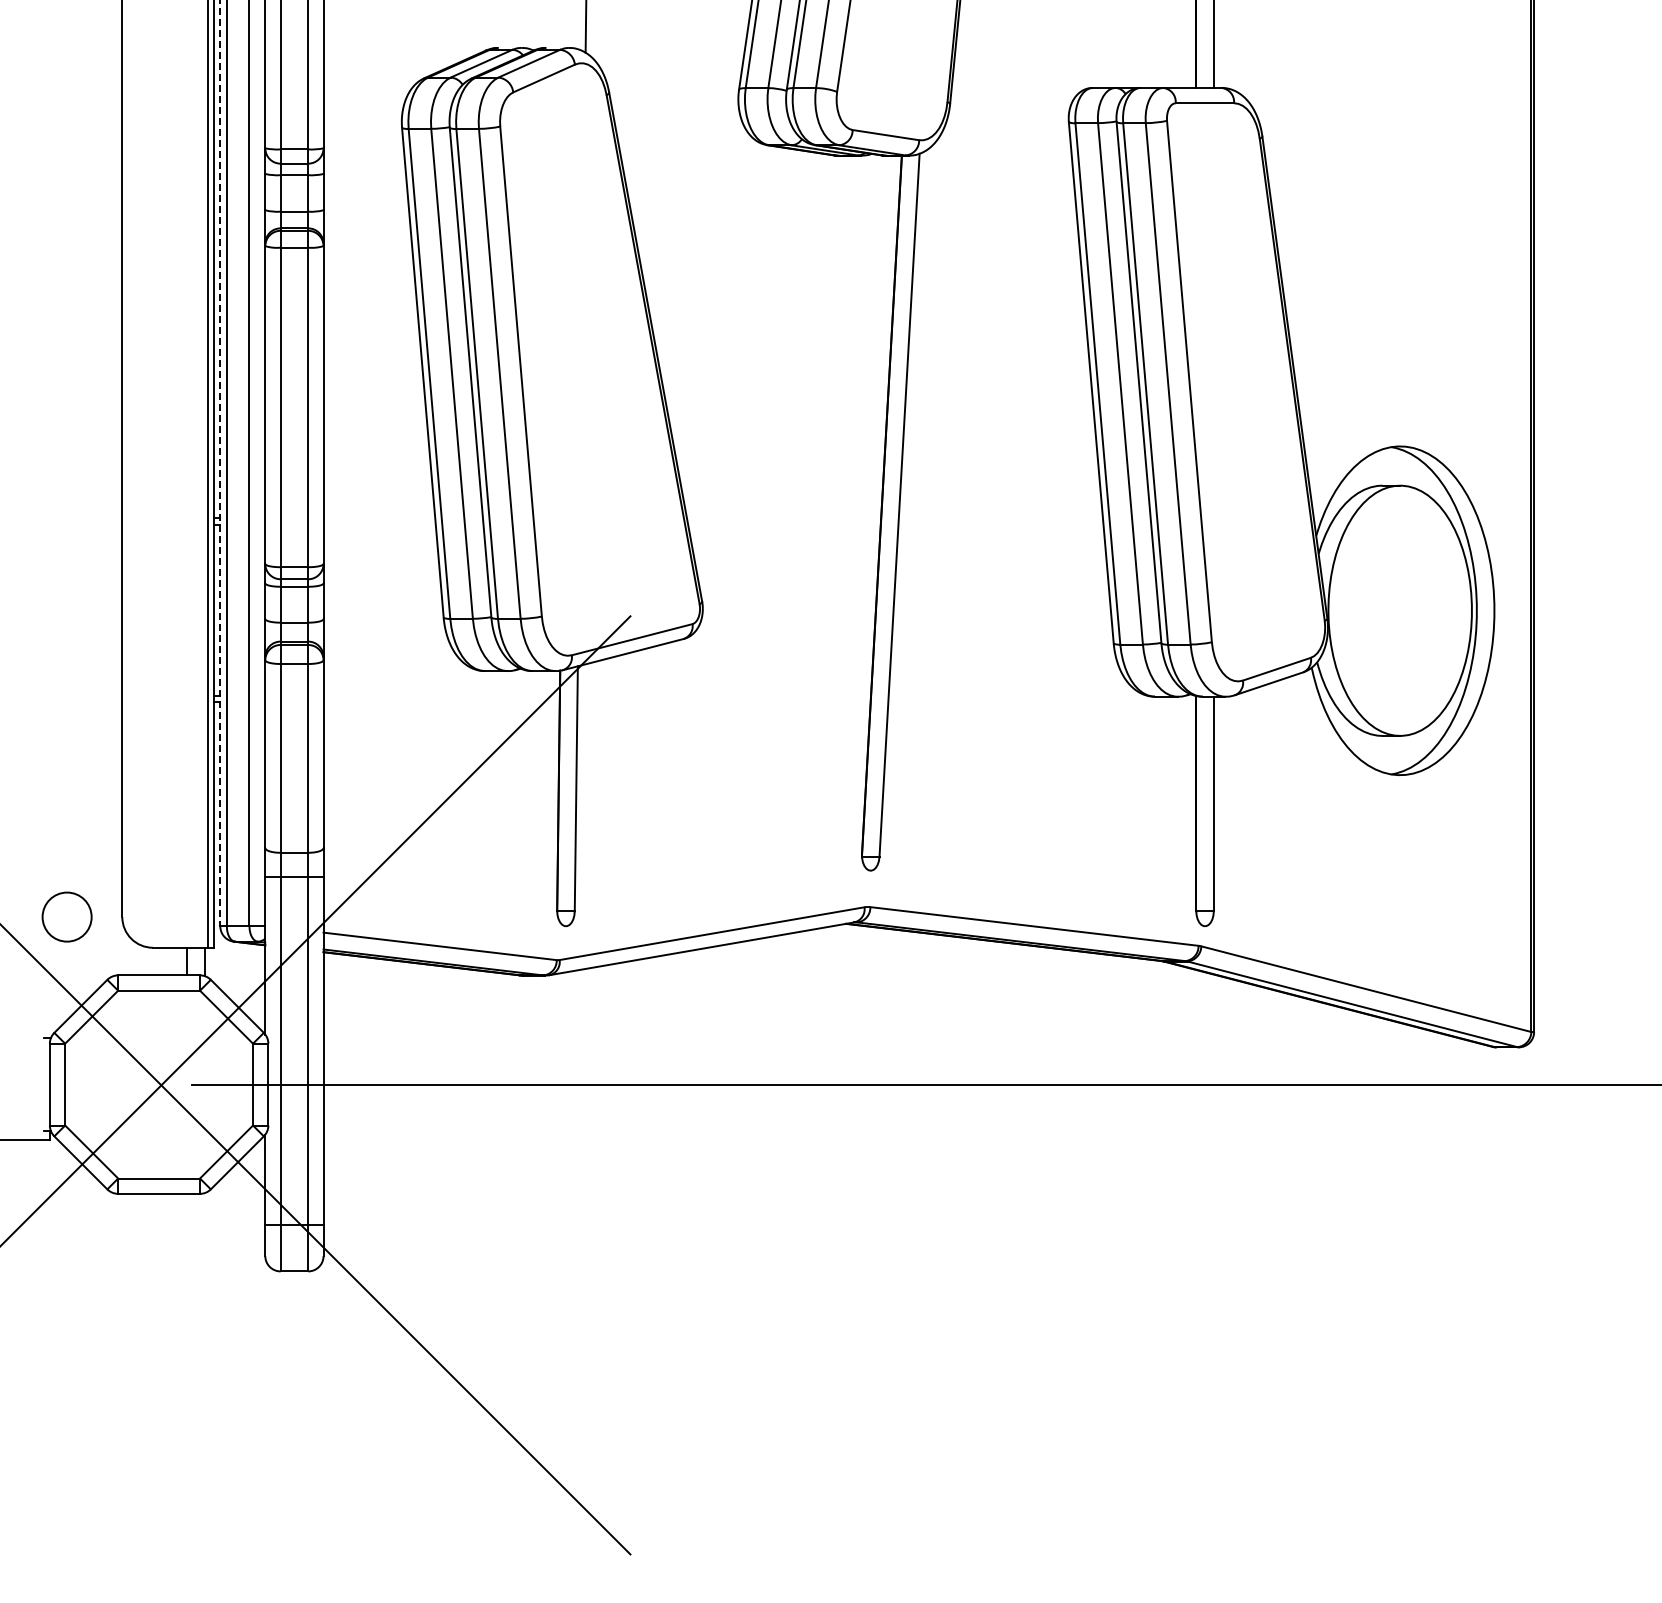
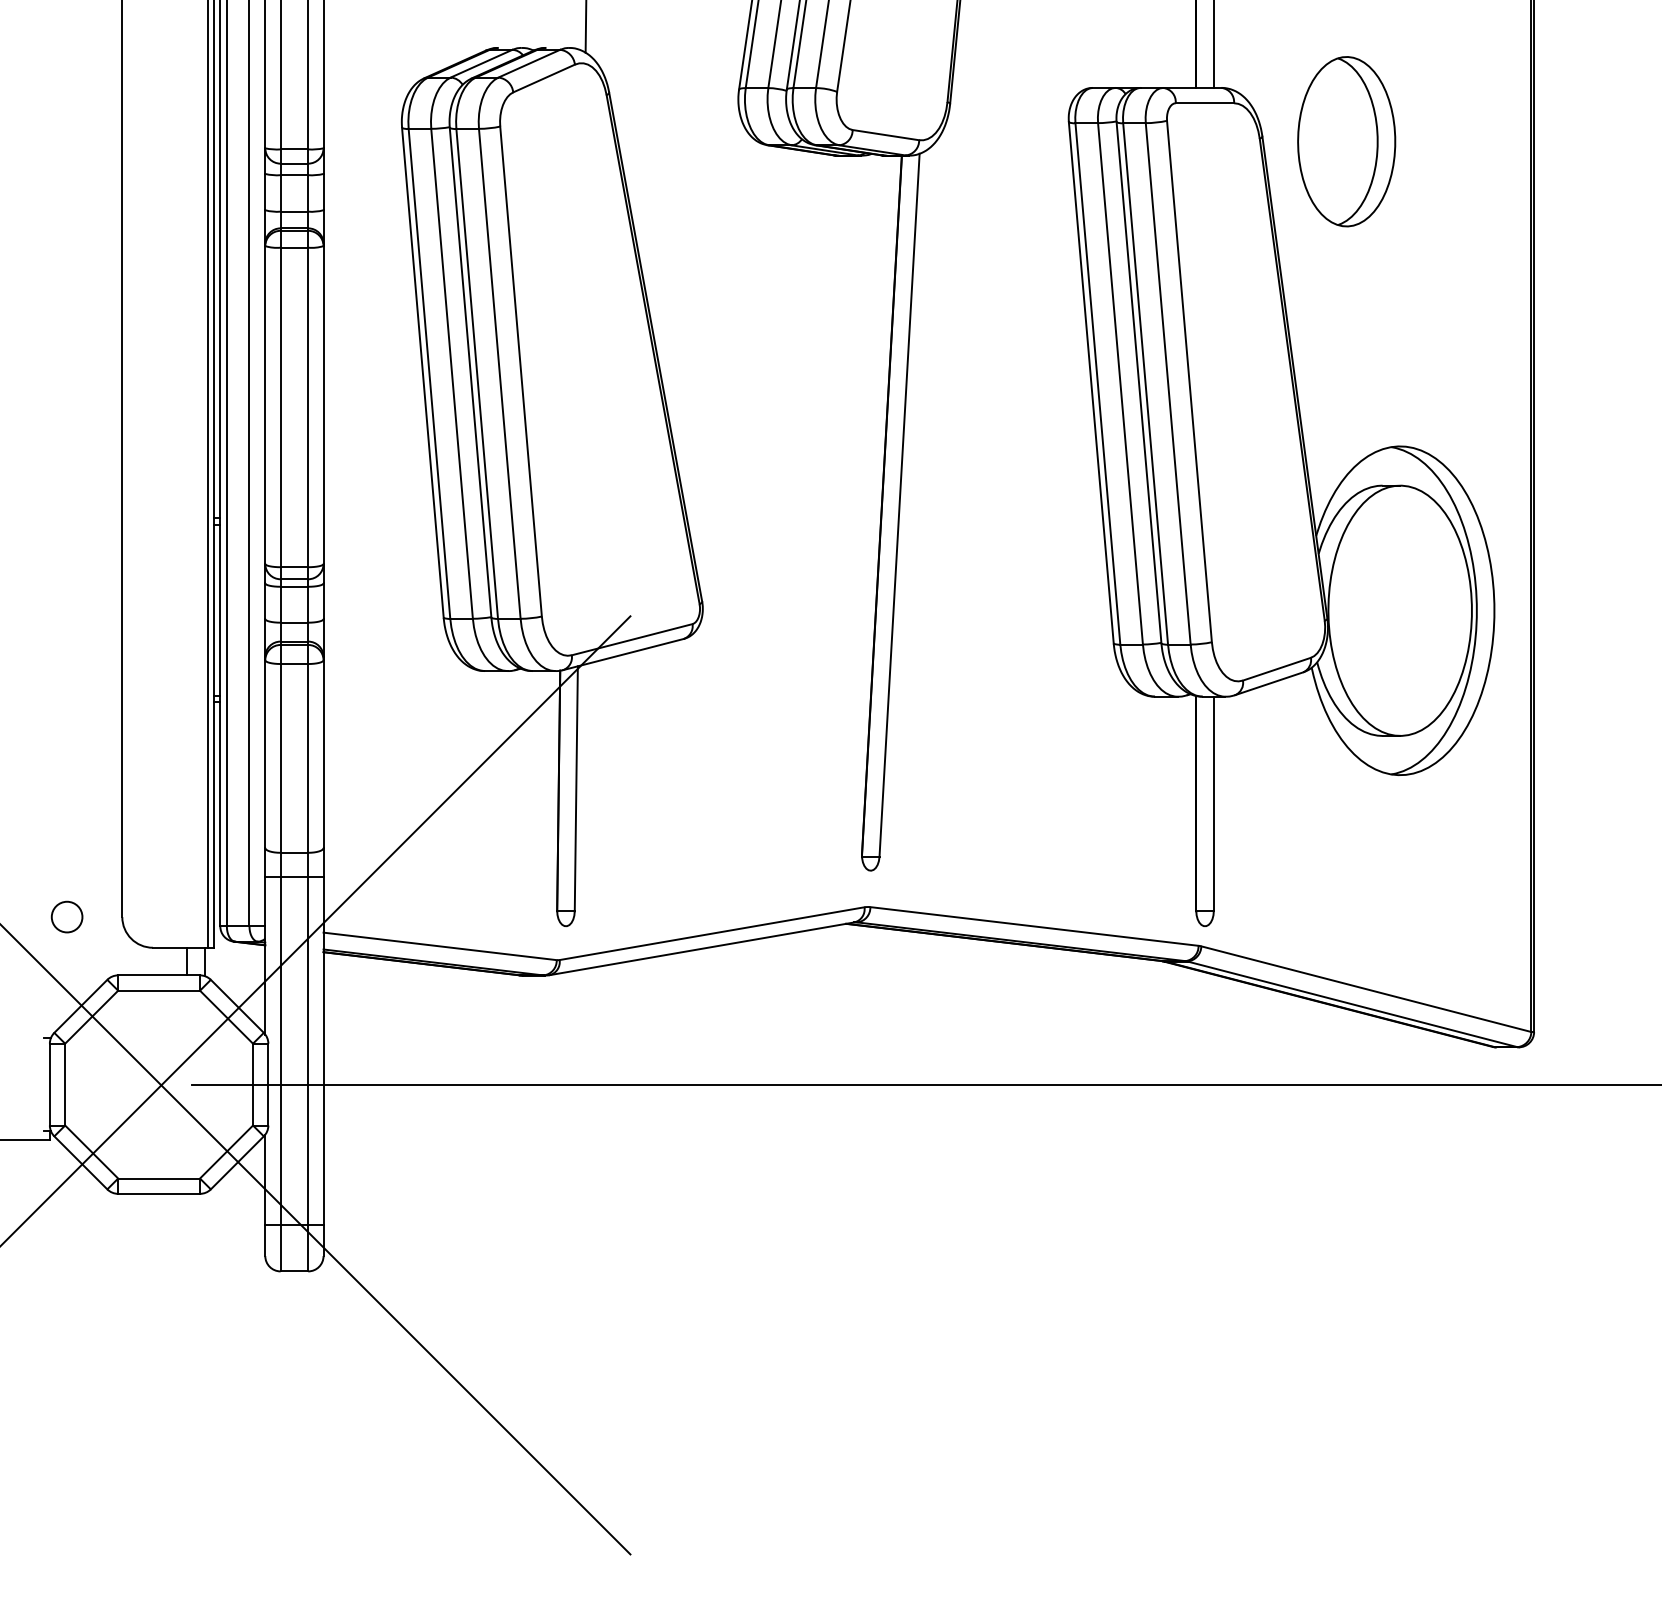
part at (1346, 141): none -> present
line at (220, 463): dashed -> solid
circle at (66, 916) diameter: 49 px -> 31 px
